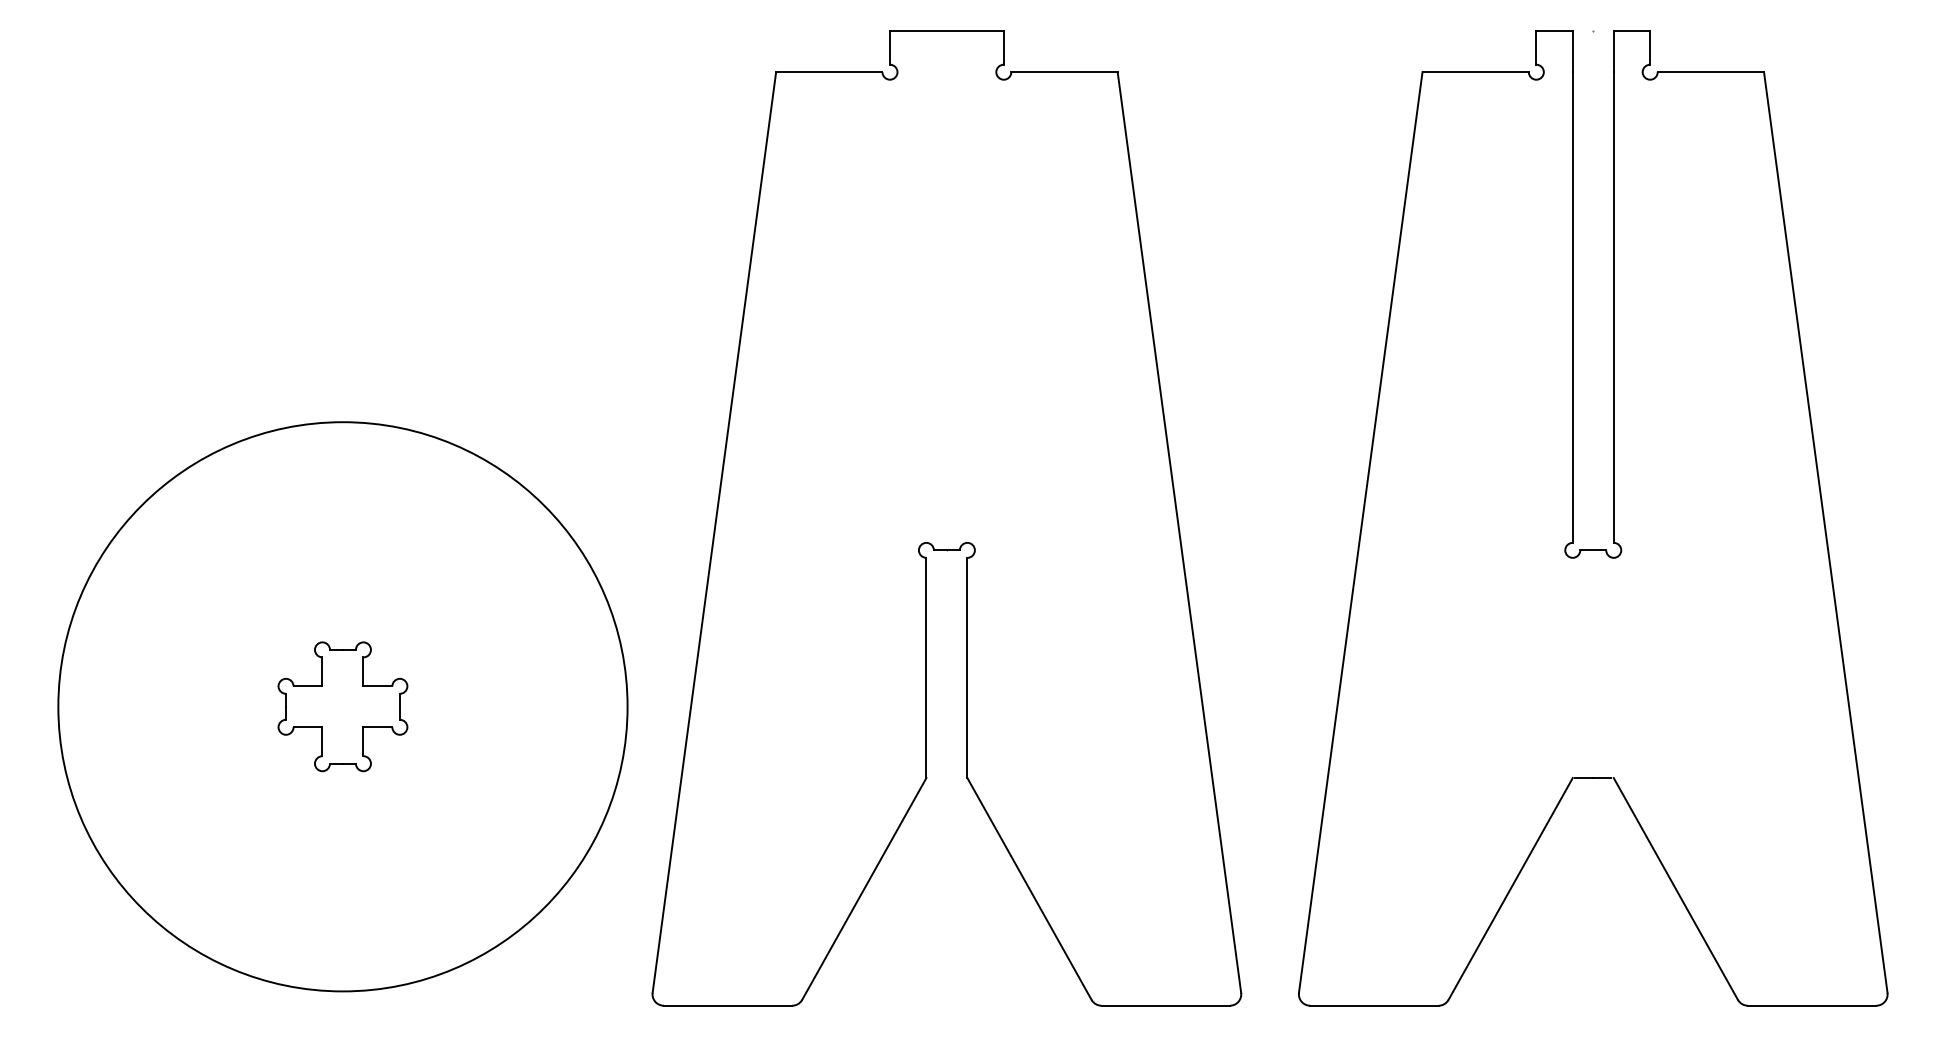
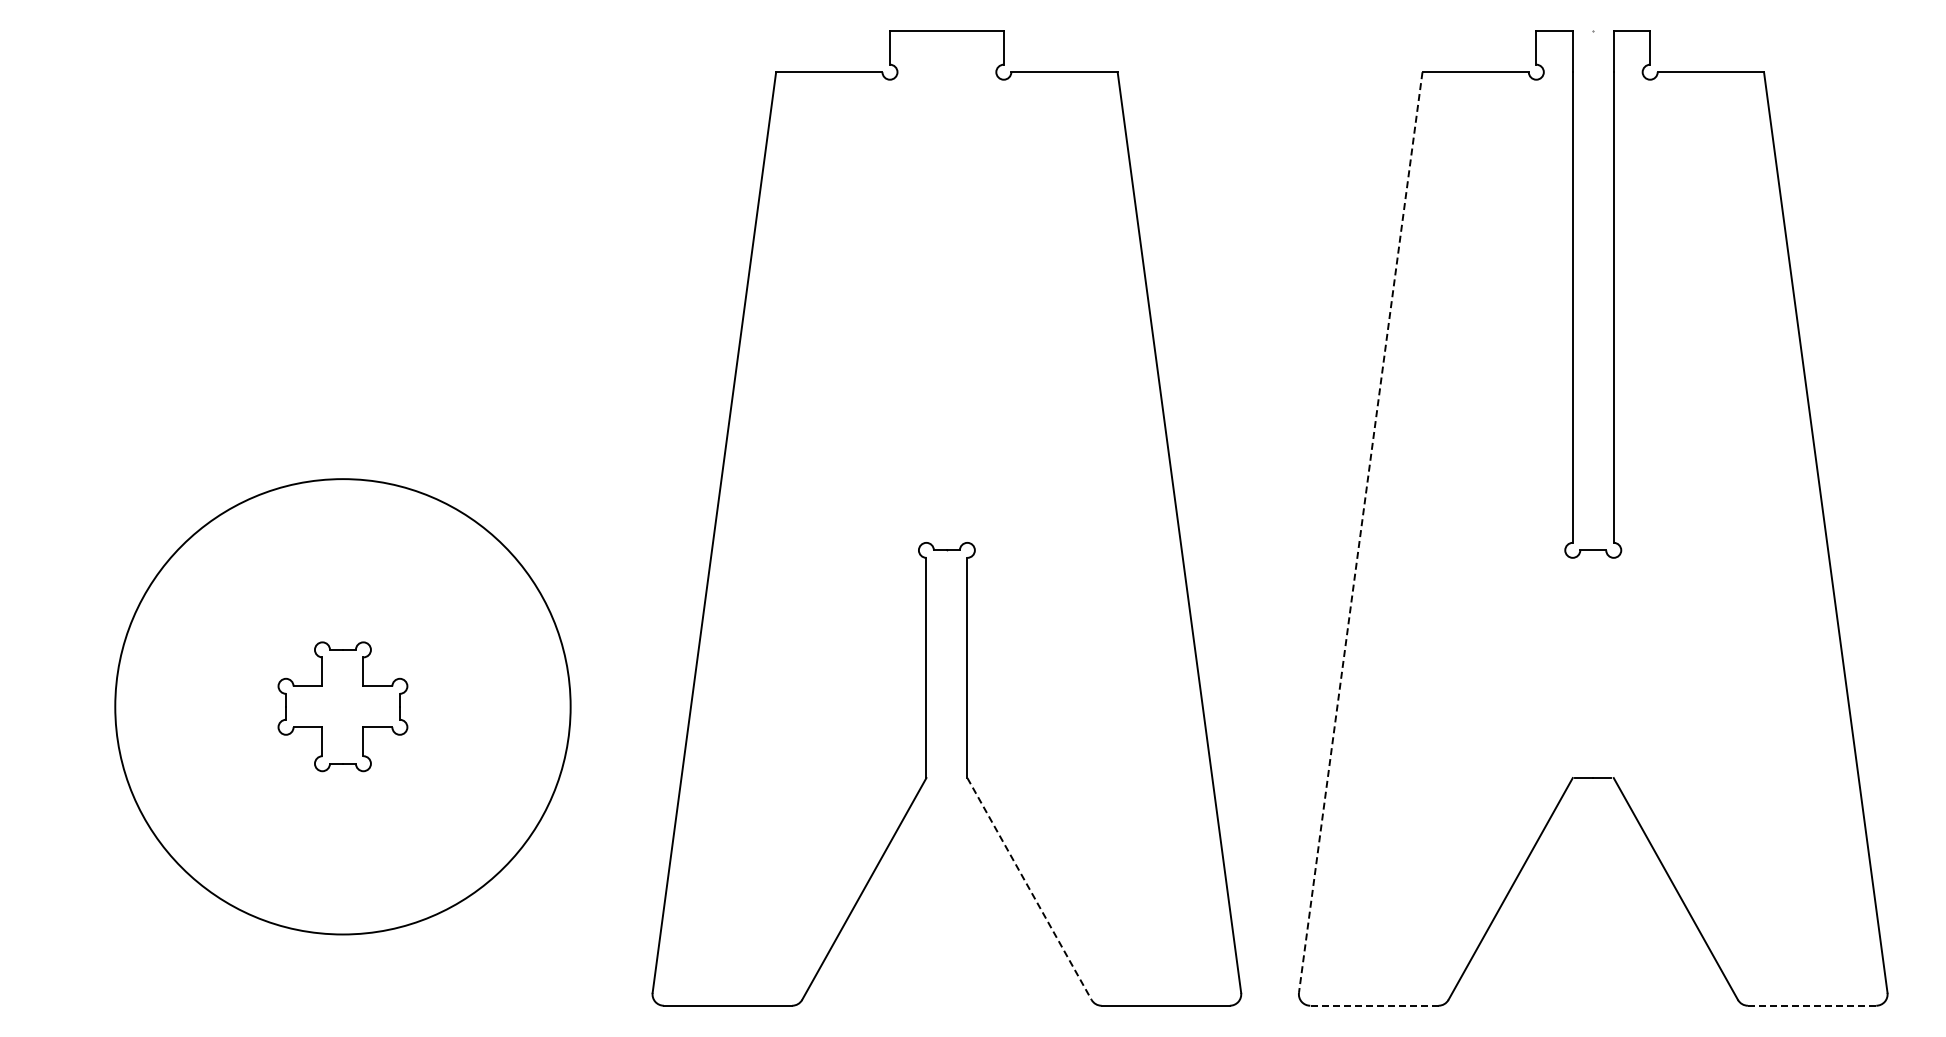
line at (1360, 533): solid -> dashed
circle at (342, 706) diameter: 569 px -> 455 px
line at (1029, 889): solid -> dashed
line at (1373, 1005): solid -> dashed
line at (1812, 1005): solid -> dashed
